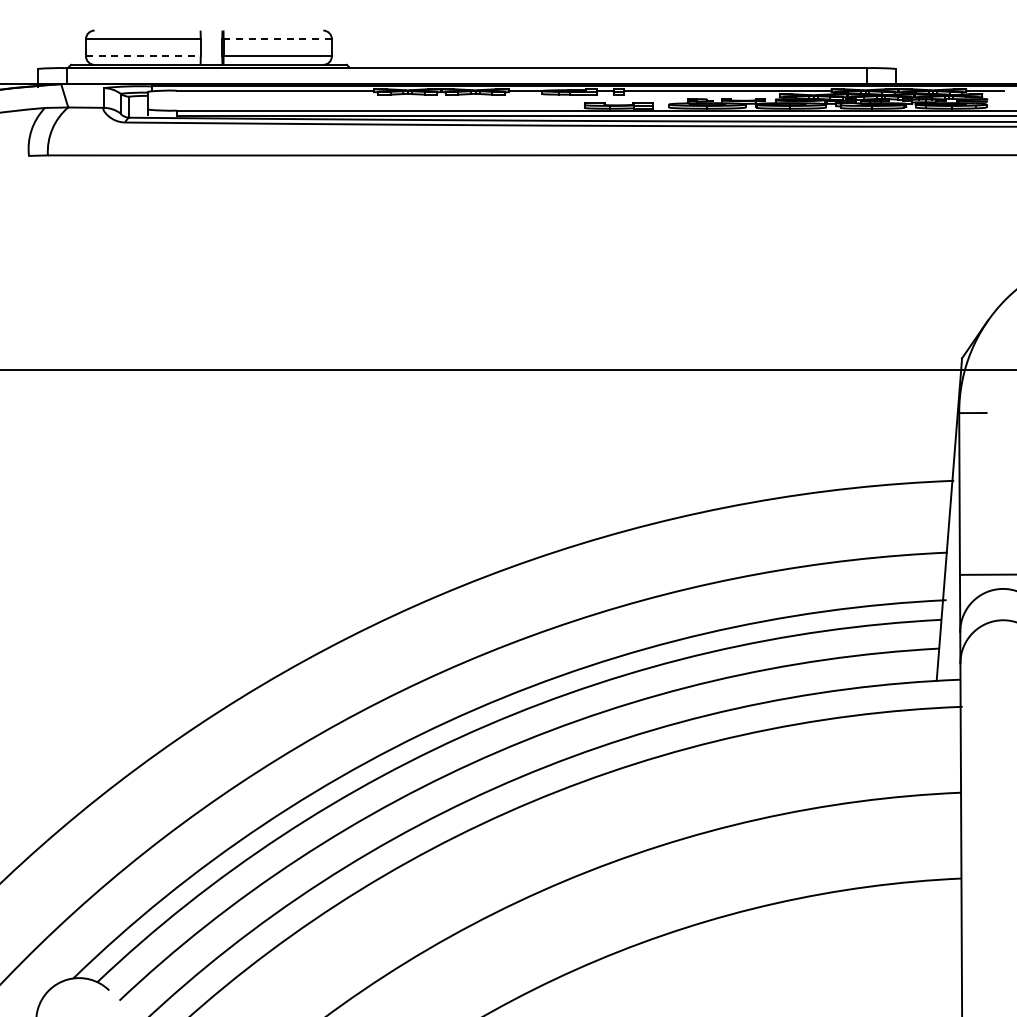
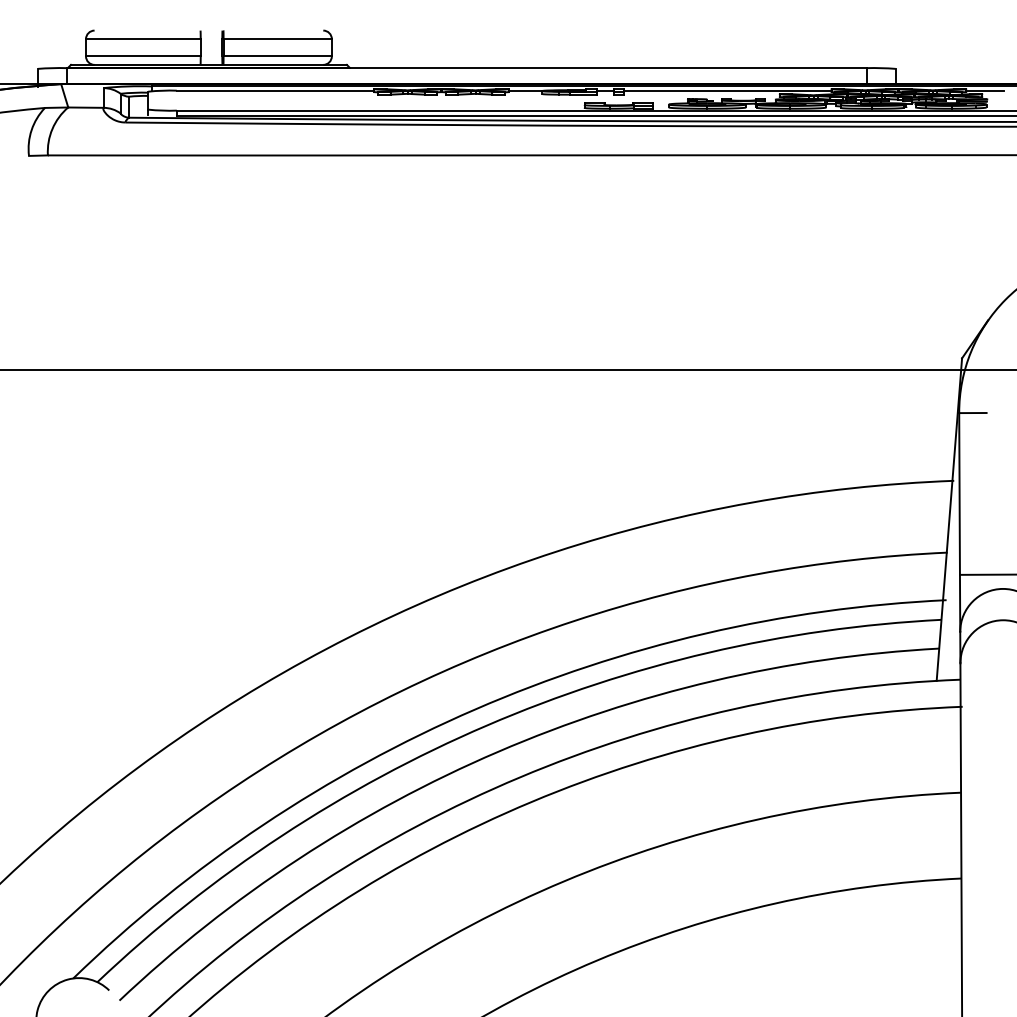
line at (277, 39): dashed -> solid
line at (143, 56): dashed -> solid
